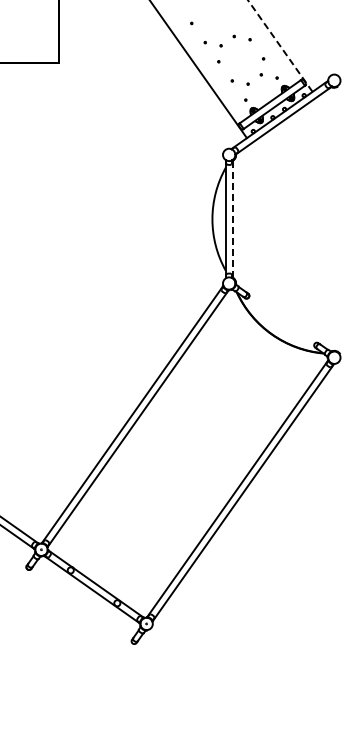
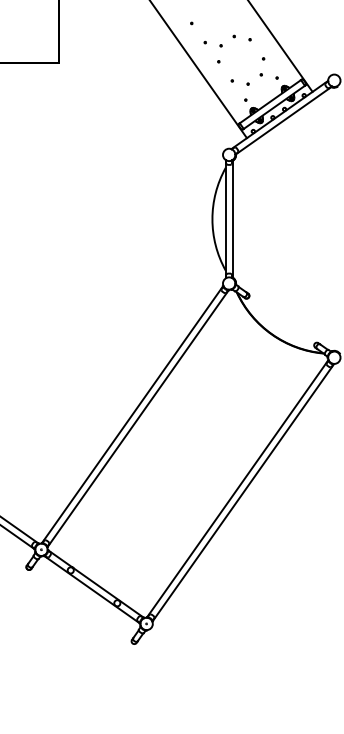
line at (280, 46): dashed -> solid
line at (232, 218): dashed -> solid
